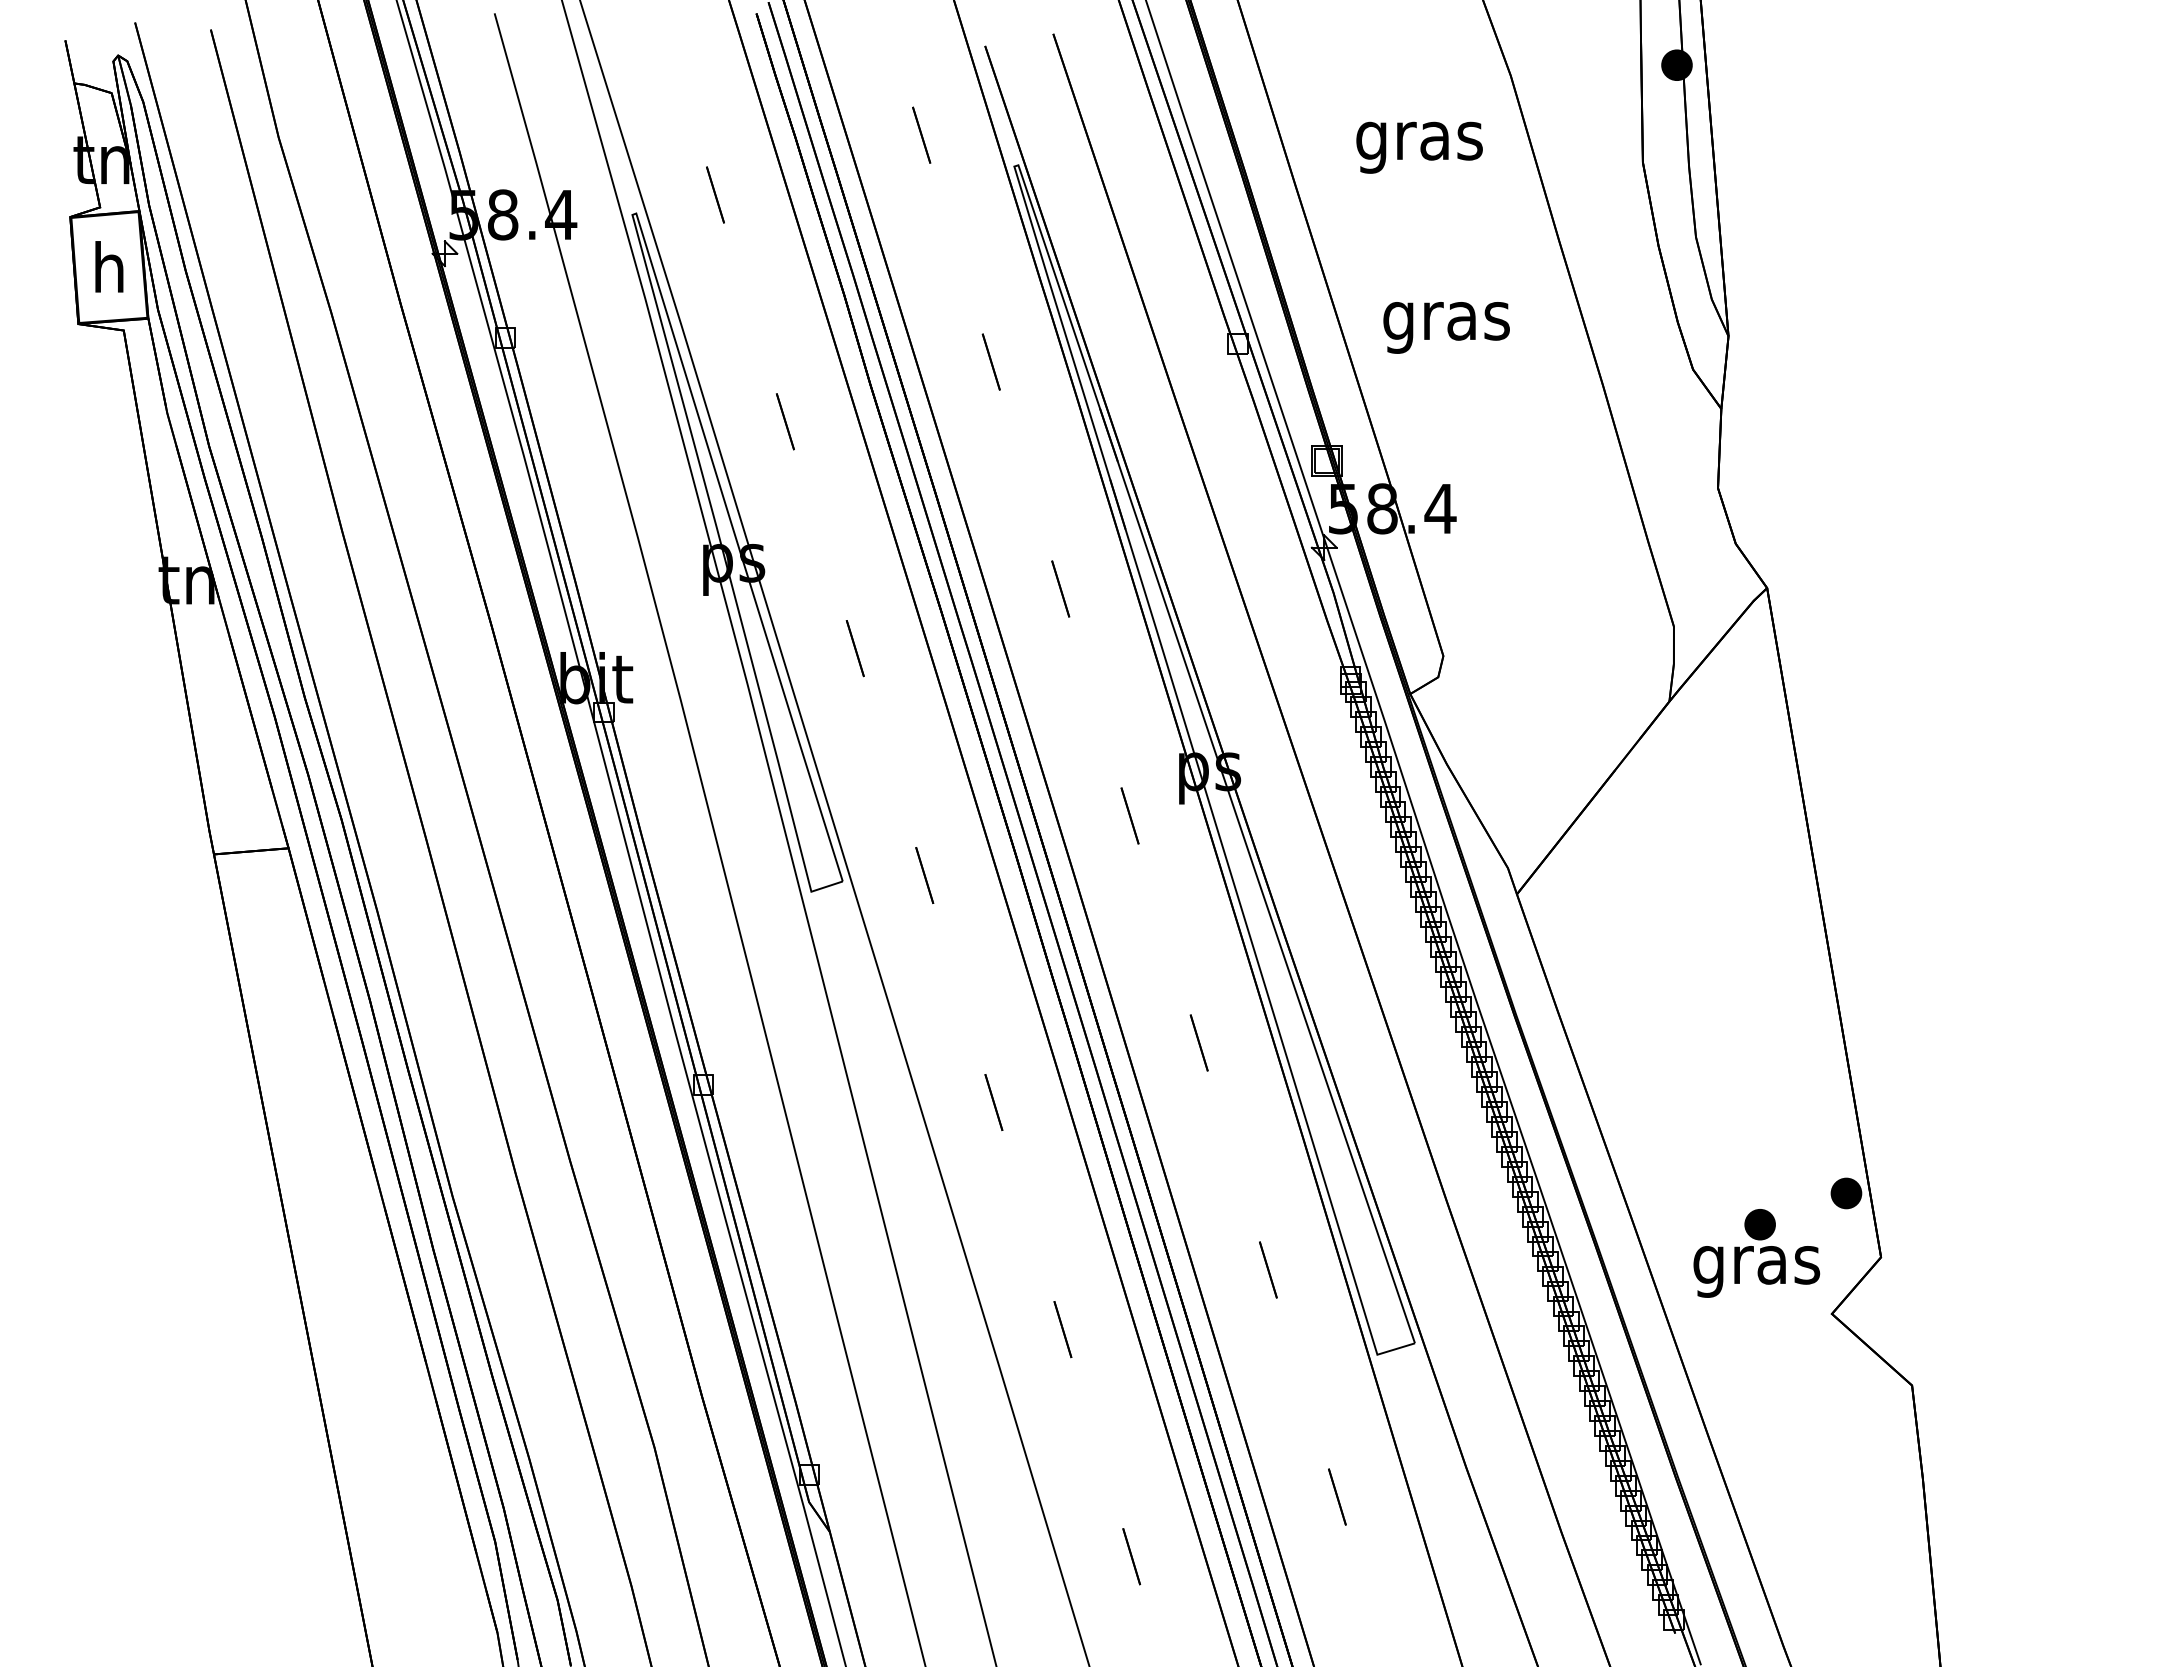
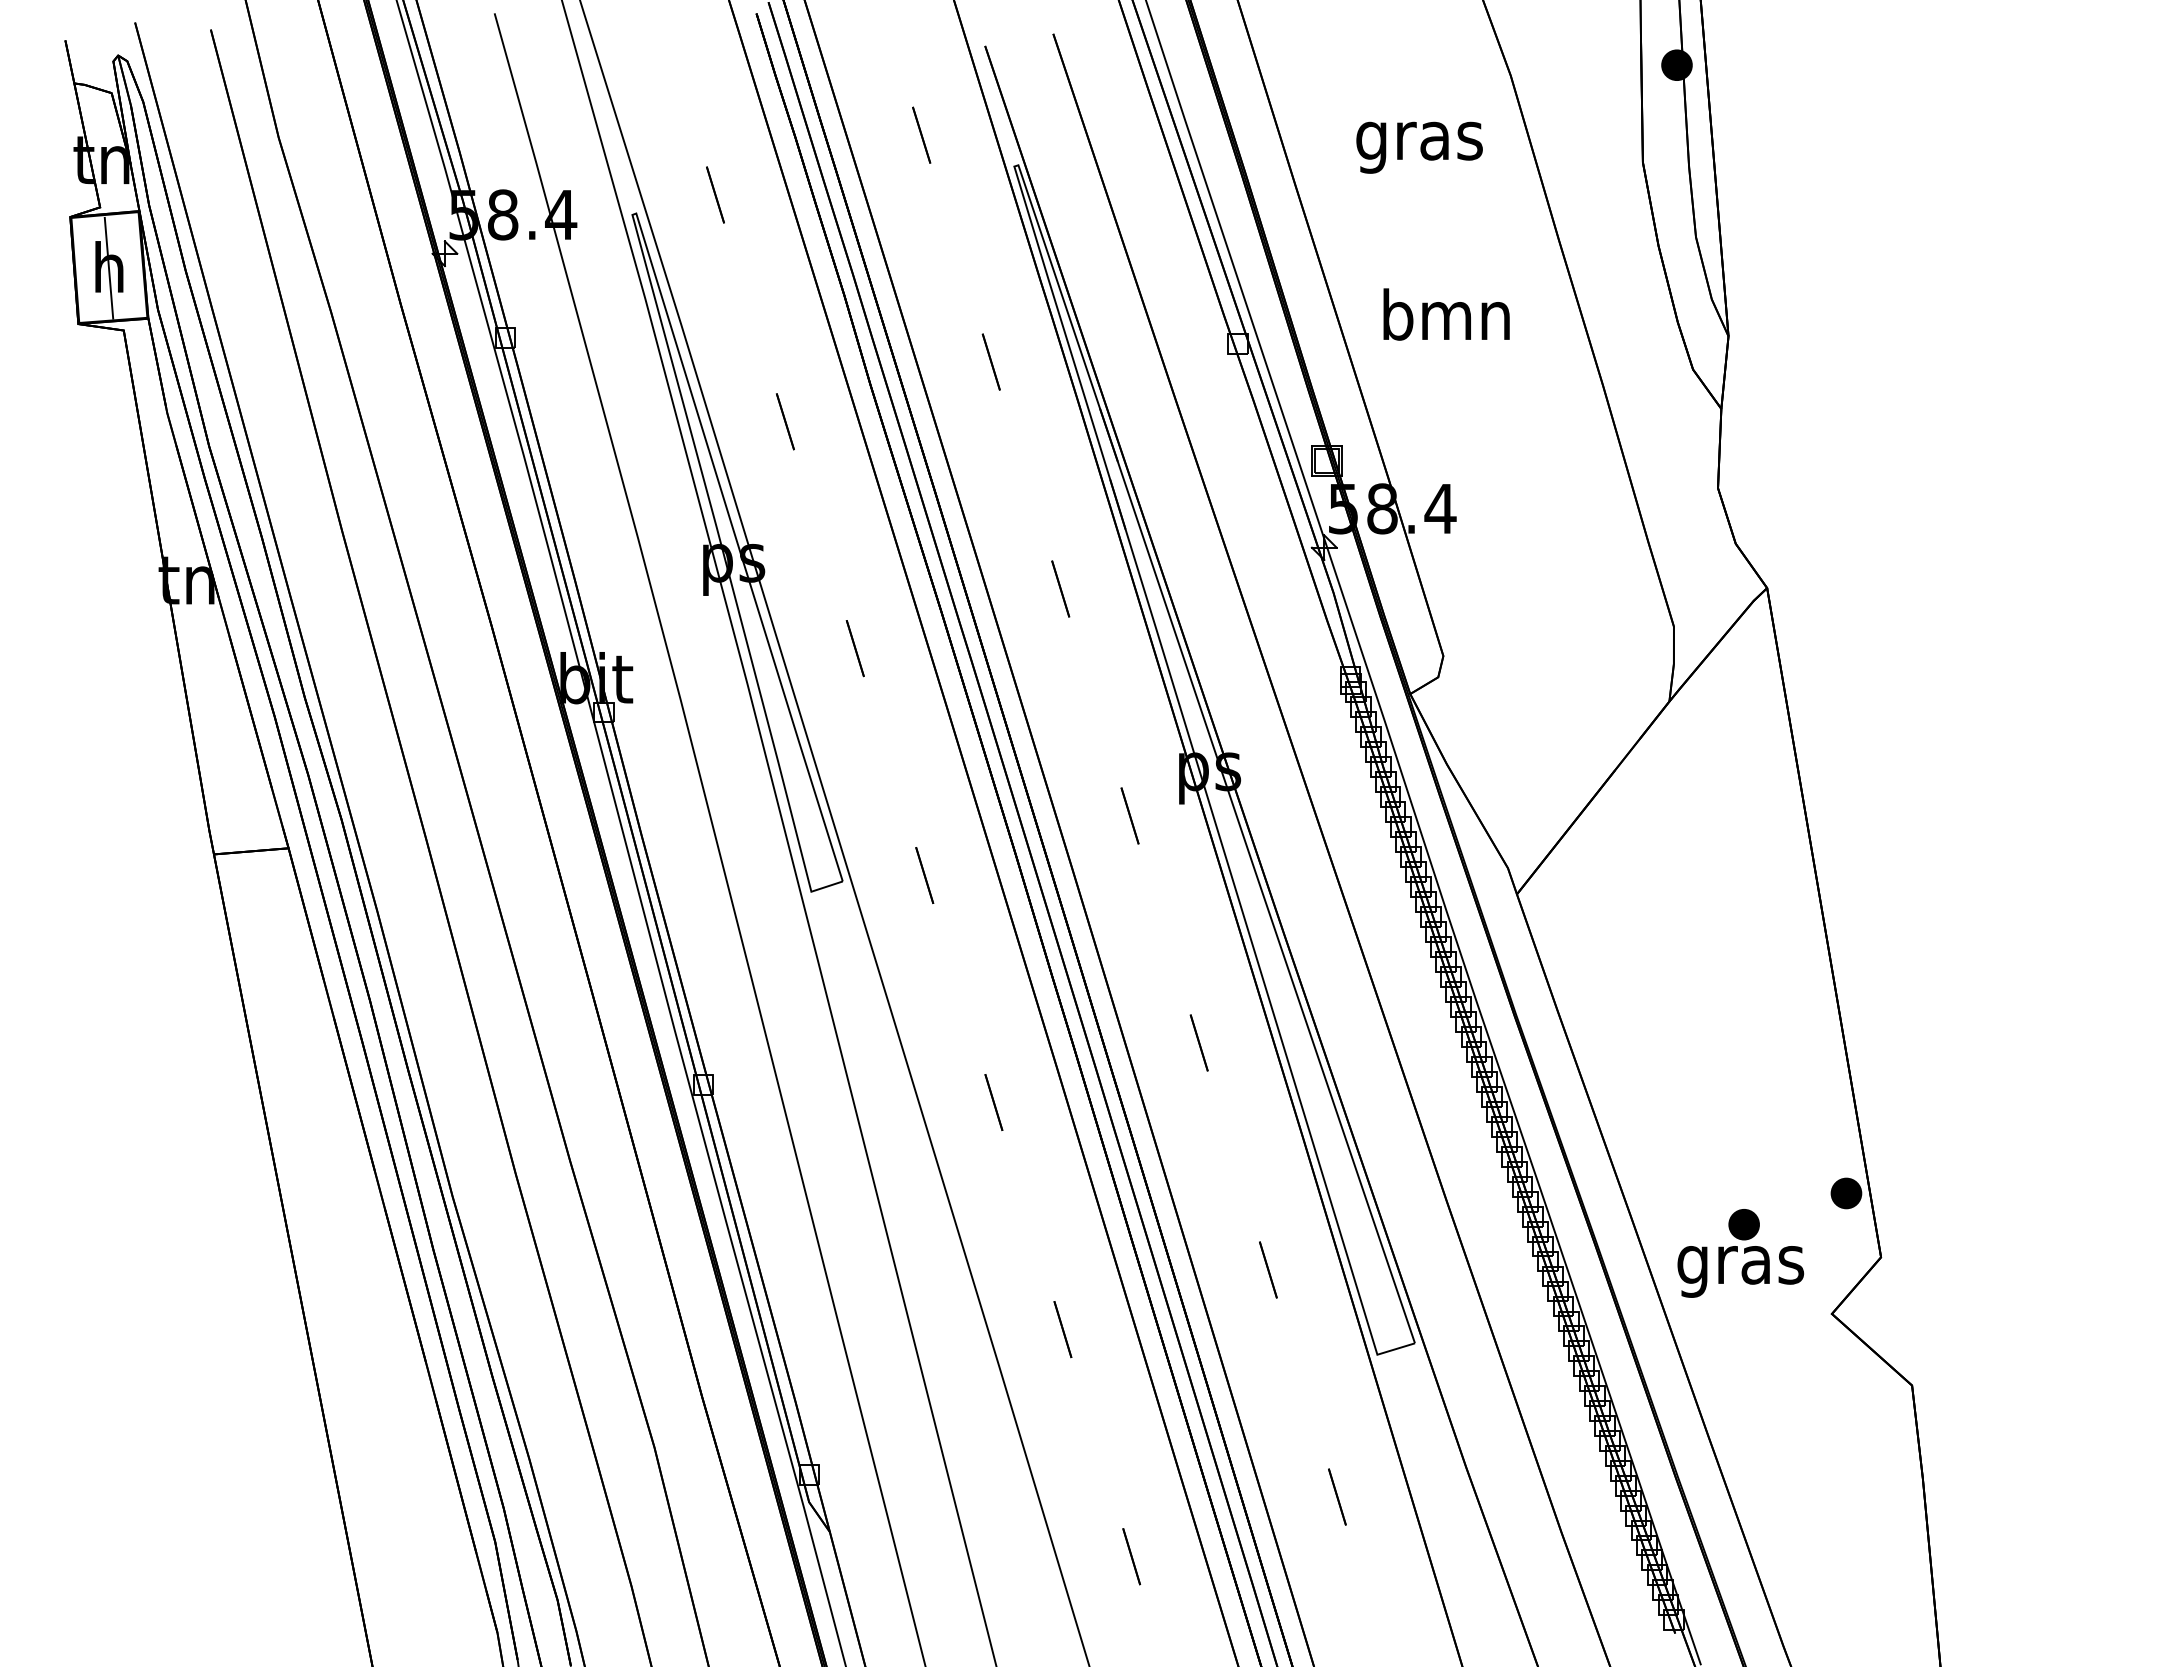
line at (108, 267): none -> present
text at (1446, 320): gras -> bmn
part at (1756, 1253) position: (1756, 1253) -> (1740, 1253)
